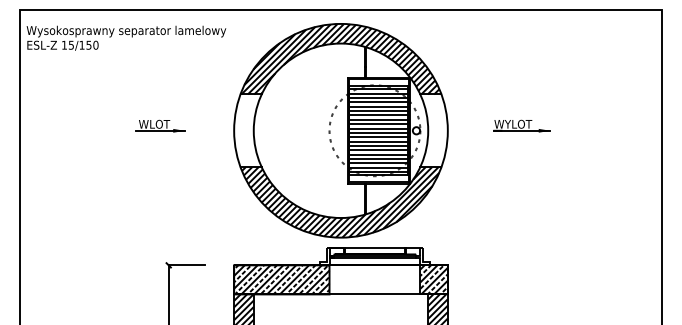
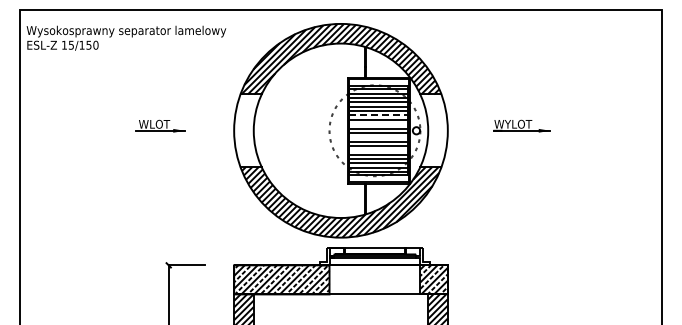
line at (379, 115): solid -> dashed
line at (378, 124): present -> none
line at (378, 137): present -> none
line at (378, 150): present -> none
